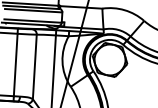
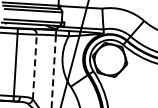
line at (34, 66): solid -> dashed
line at (53, 71): solid -> dashed
